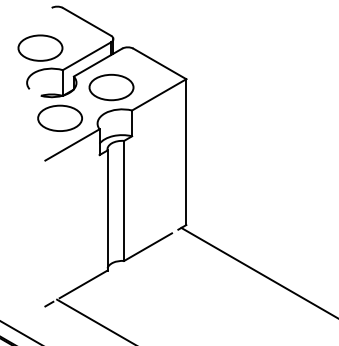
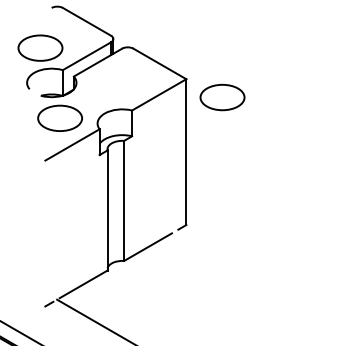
part at (111, 87) position: (111, 87) -> (222, 97)
line at (258, 272): present -> none
